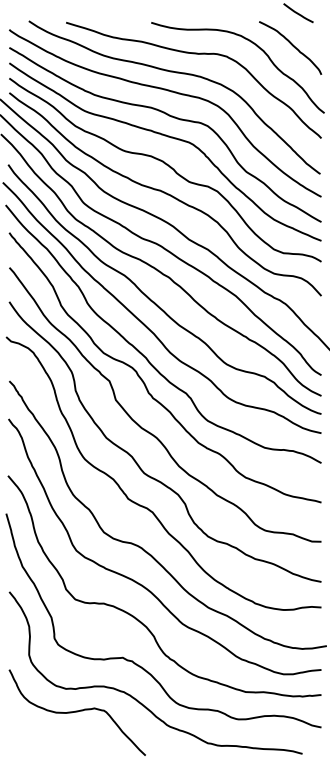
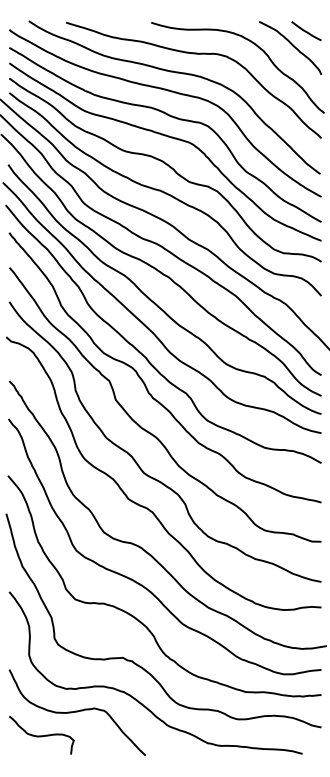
curve at (298, 13) position: (298, 13) -> (306, 31)
curve at (41, 735): none -> present
